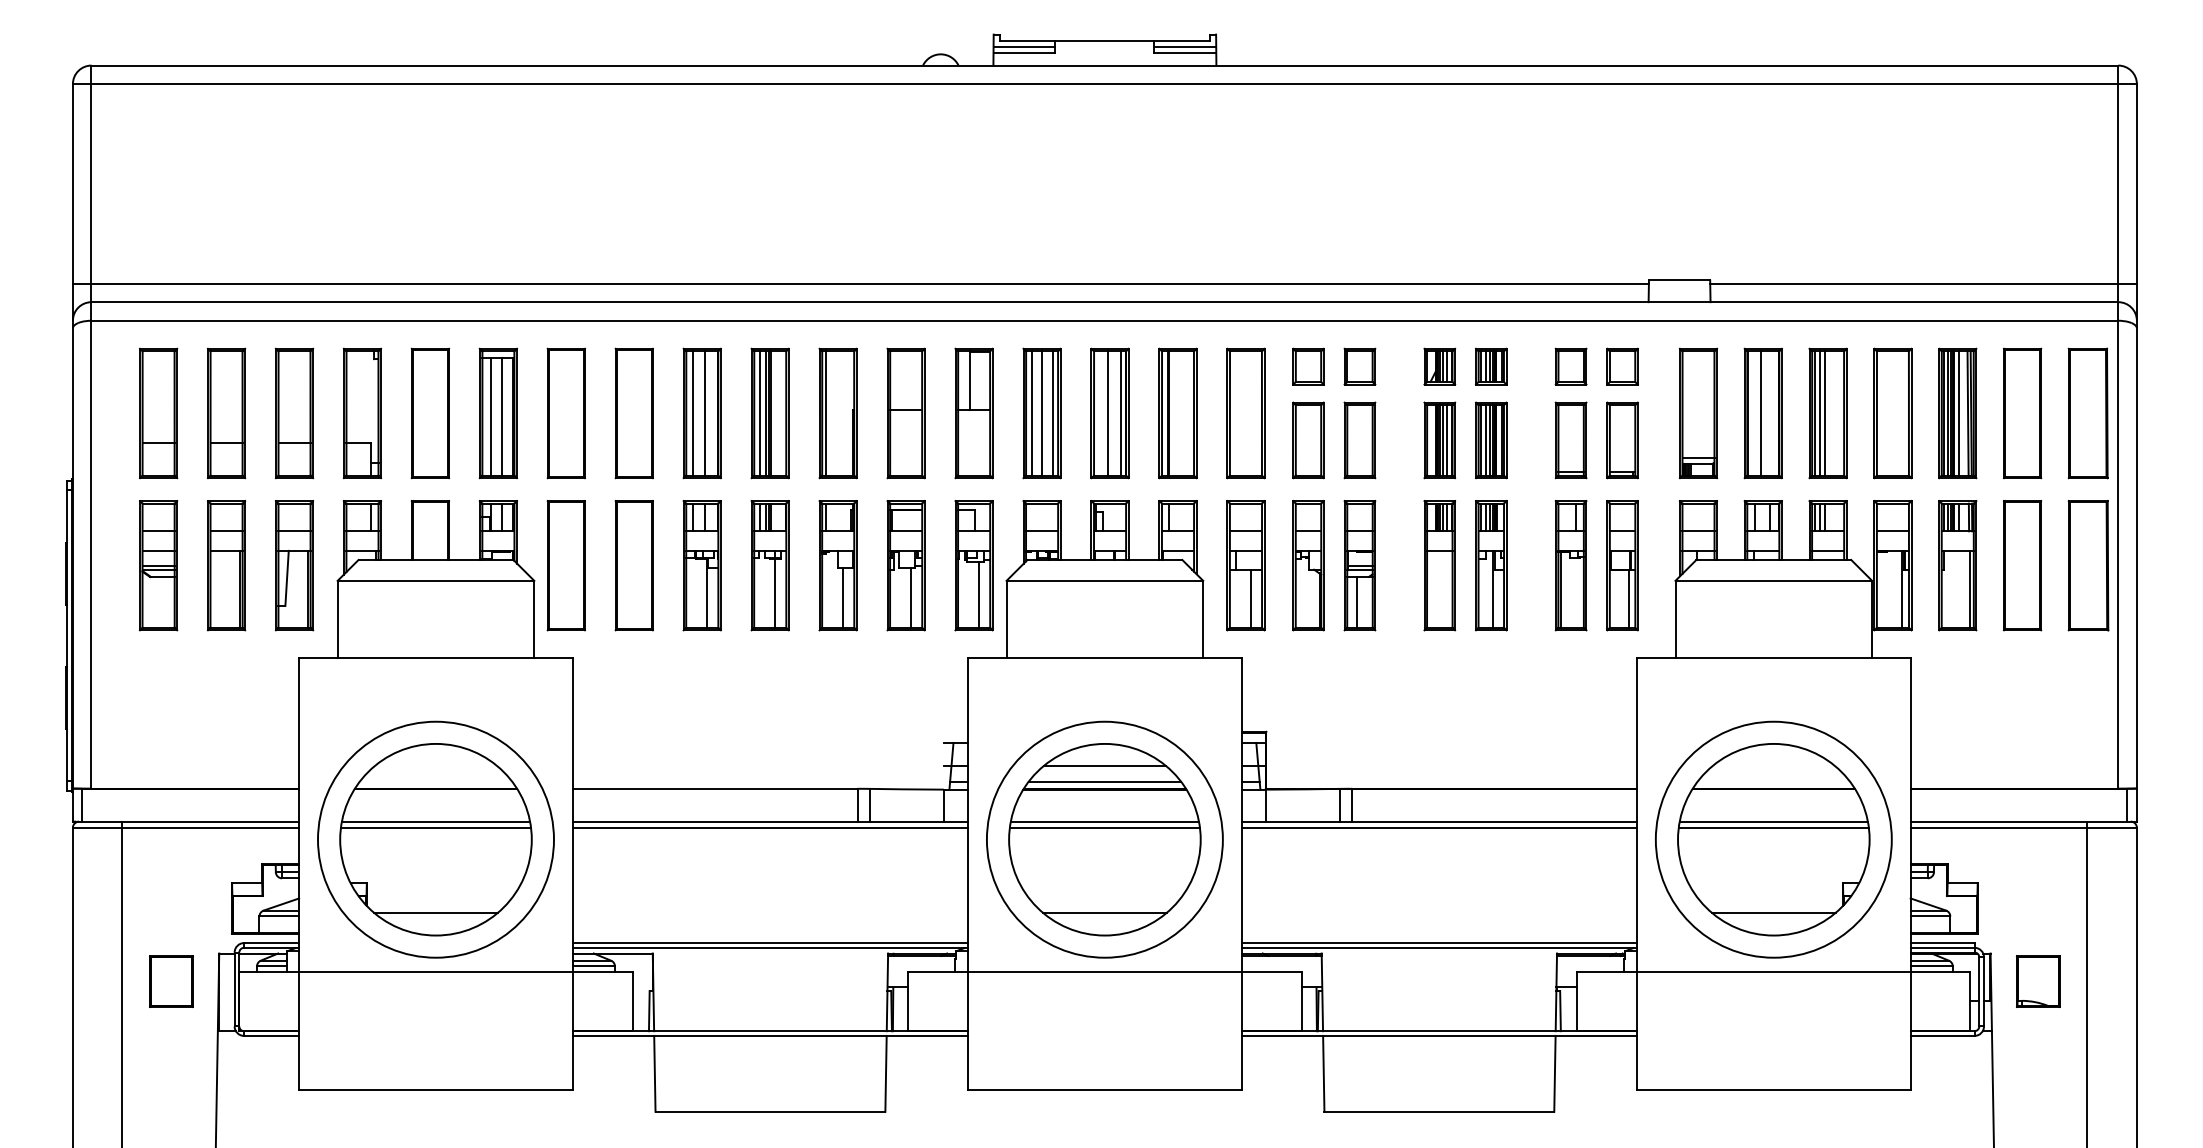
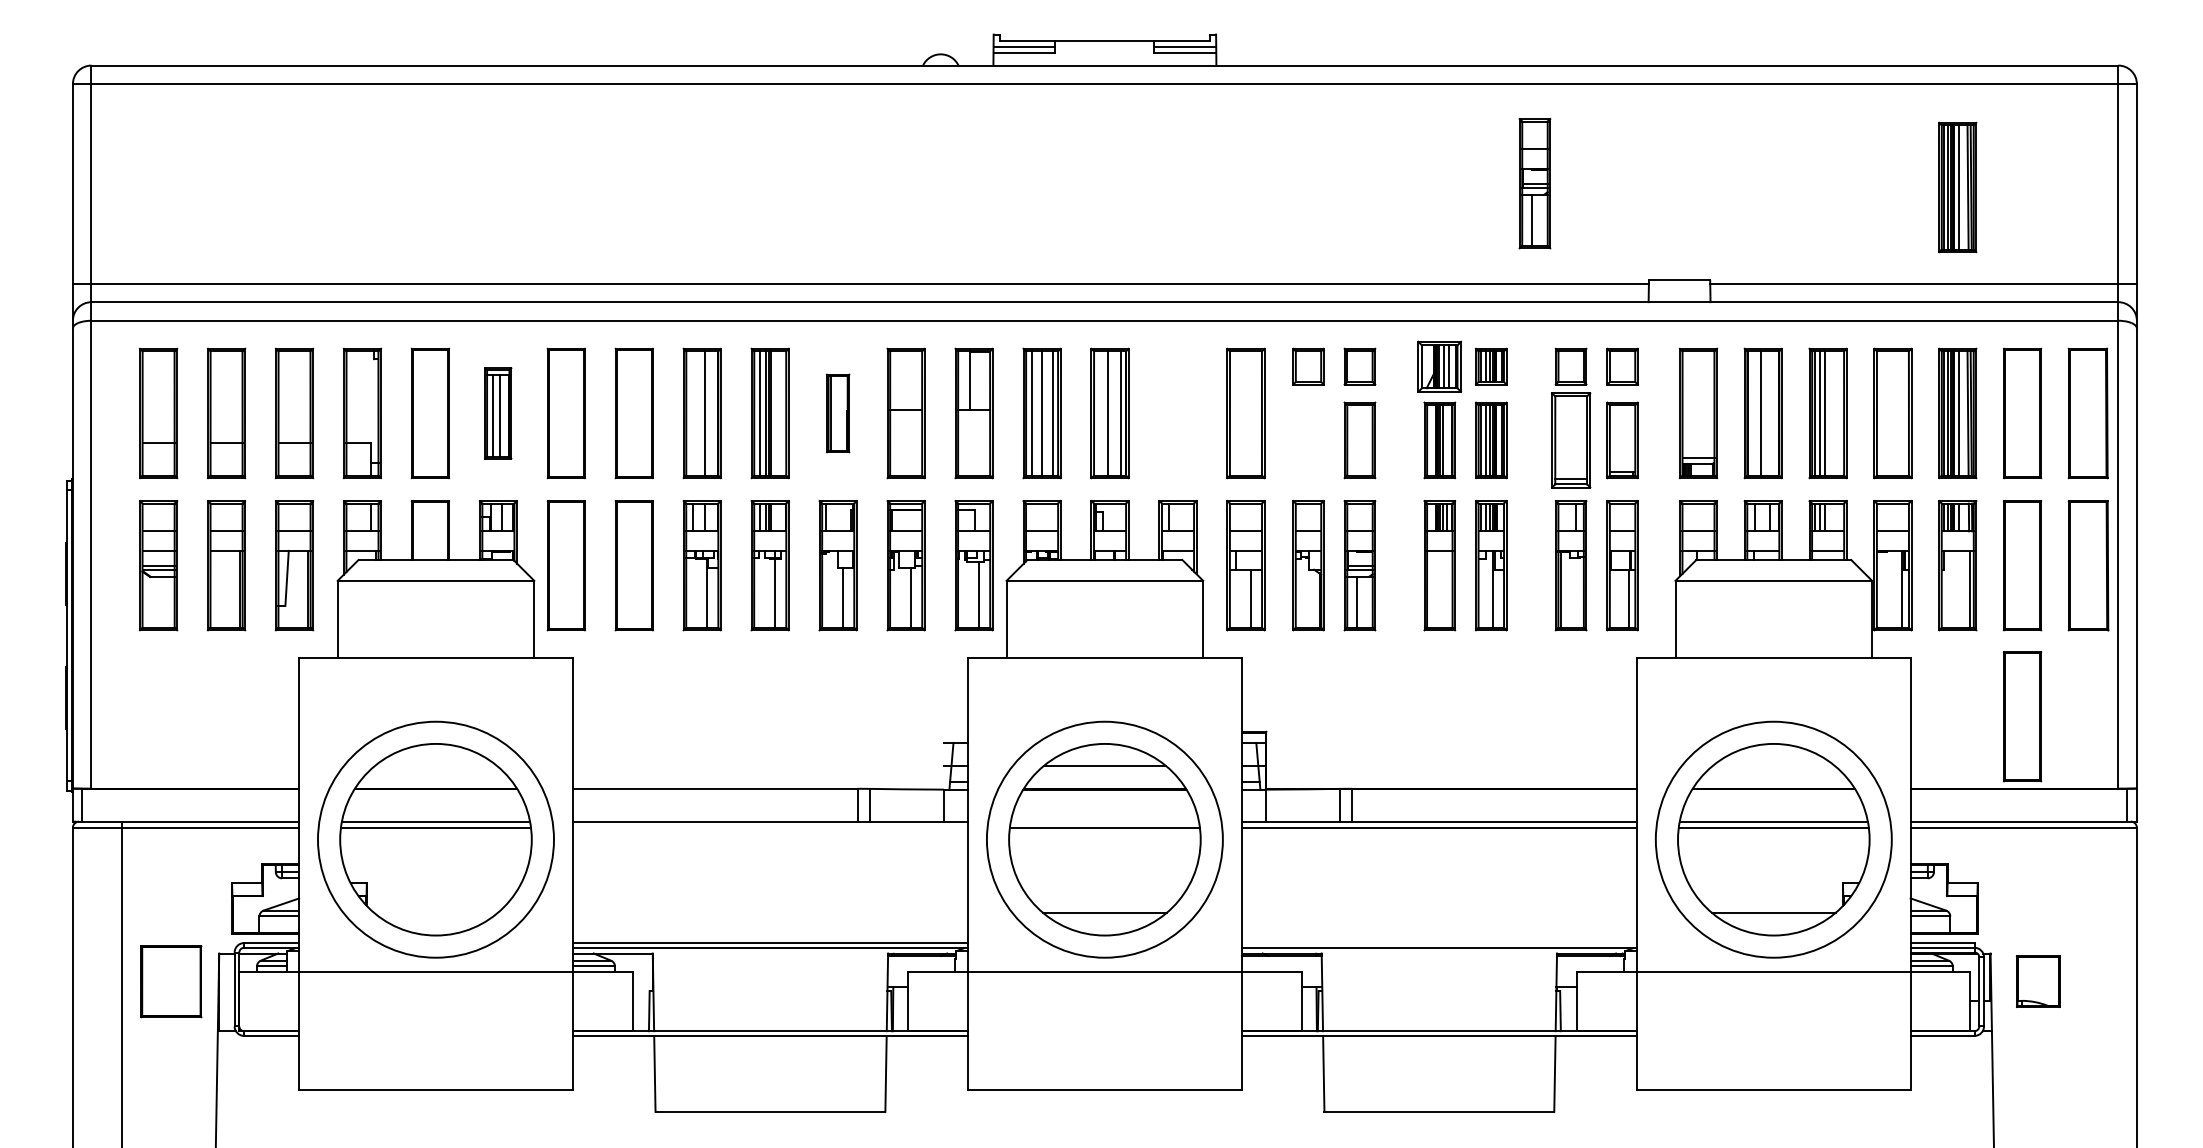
part at (1534, 183): none -> present
part at (1957, 187): none -> present
part at (1439, 366) size: 34x39 px -> 46x53 px
part at (497, 413) size: 40x133 px -> 29x93 px
line at (692, 413): present -> none
part at (837, 413) size: 40x133 px -> 26x81 px
part at (1177, 413): present -> none
part at (1308, 440): present -> none
line at (1446, 440): present -> none
part at (1570, 440) size: 34x79 px -> 41x97 px
part at (2022, 716): none -> present
line at (1104, 782): present -> none
line at (1104, 821): present -> none
line at (770, 827): present -> none
line at (435, 913): present -> none
line at (1438, 943): present -> none
part at (171, 981) size: 45x53 px -> 63x74 px
line at (2087, 982): present -> none
